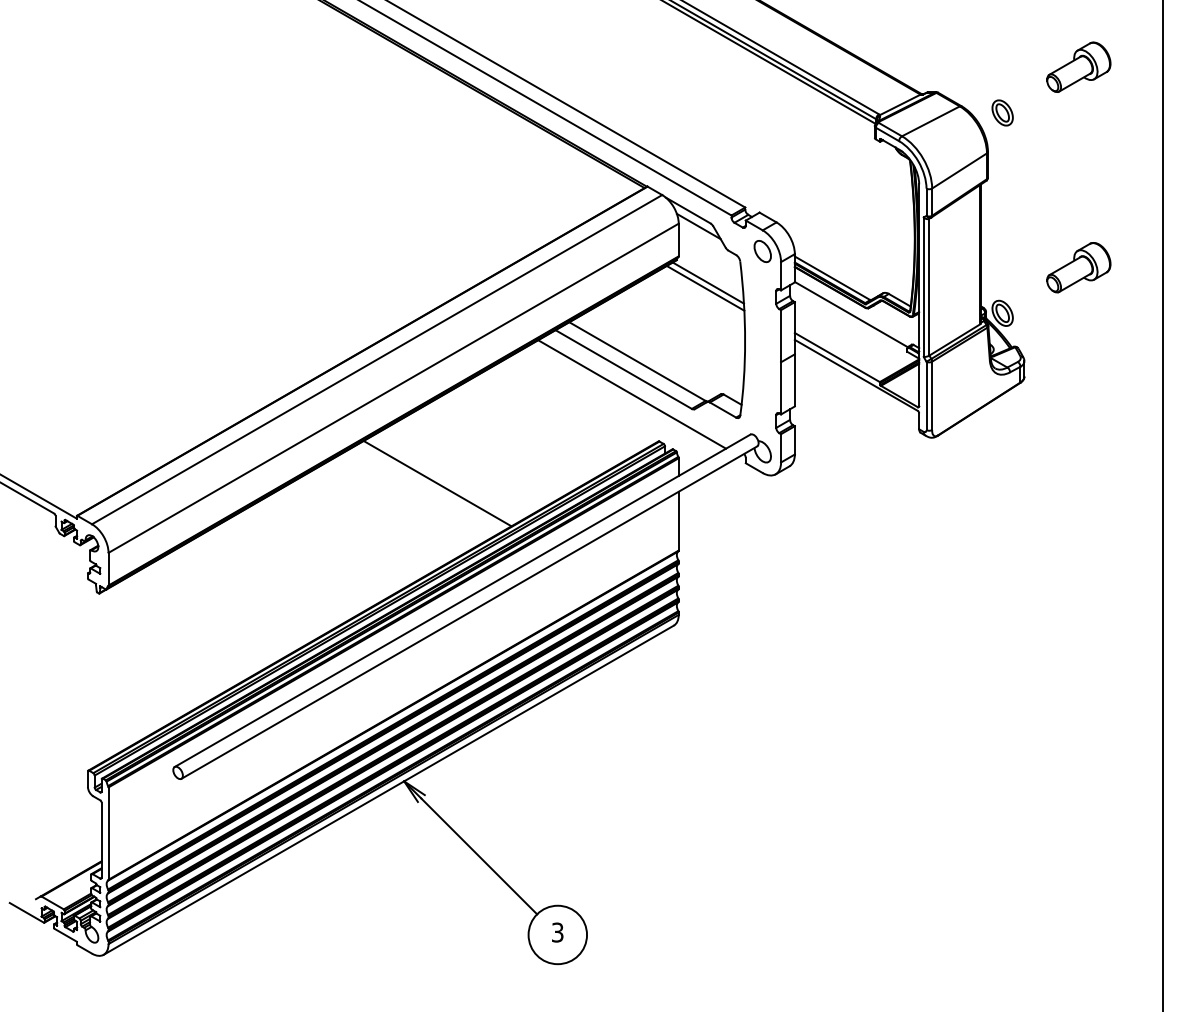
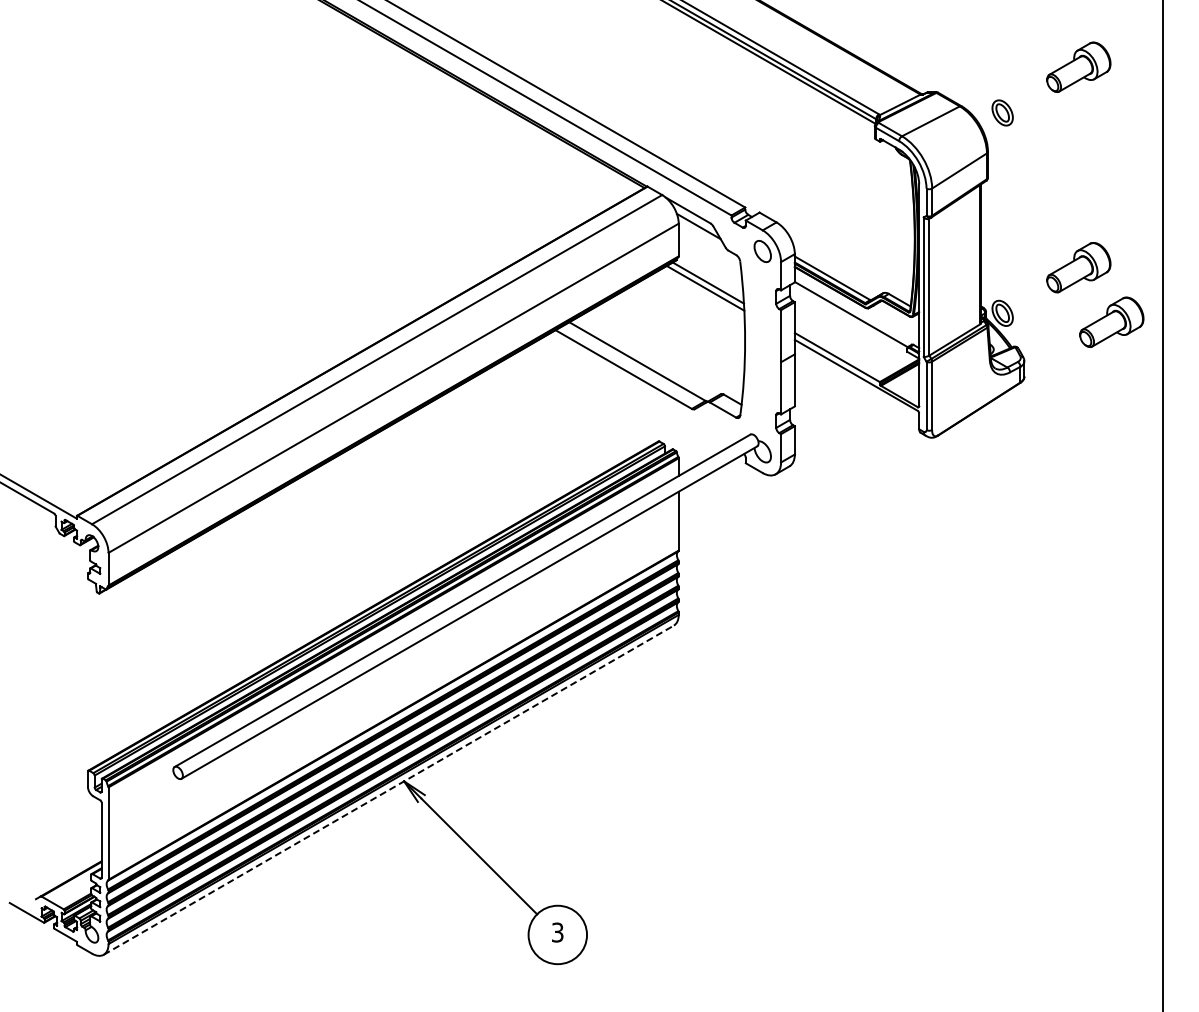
part at (1111, 321): none -> present
line at (632, 394): present -> none
line at (437, 483): present -> none
line at (389, 789): solid -> dashed
